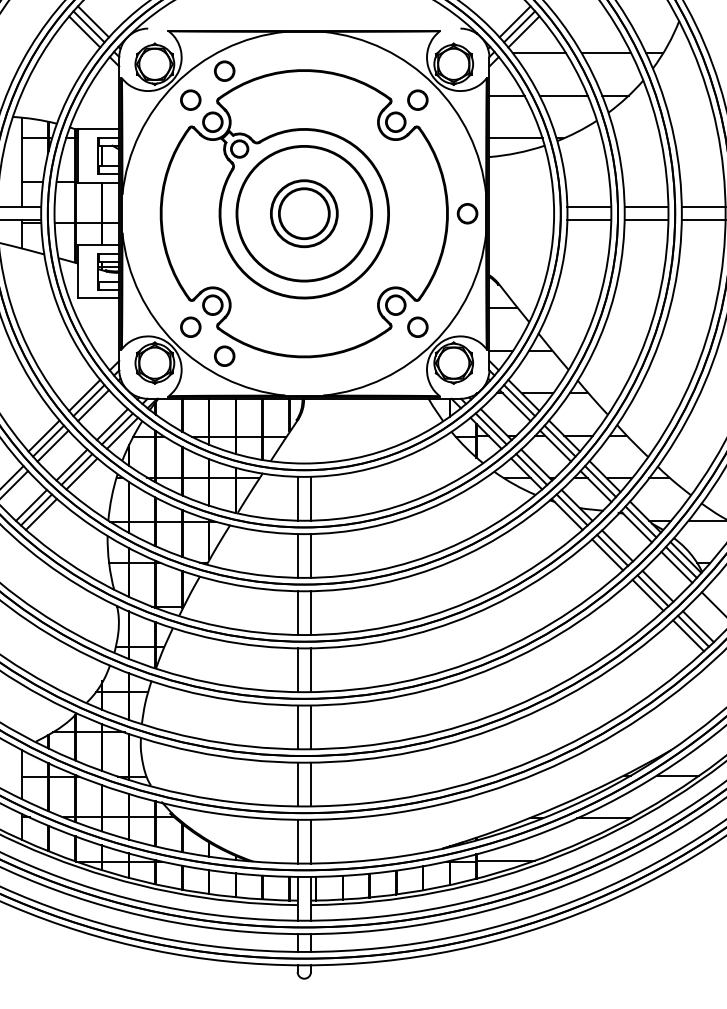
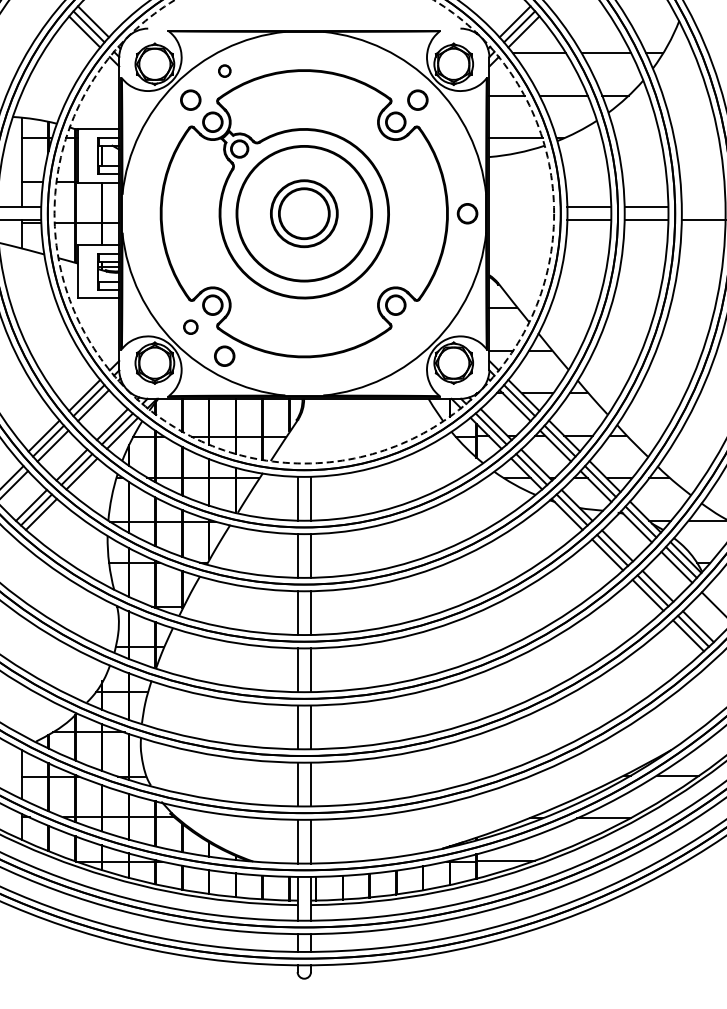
circle at (224, 70) size: 22x22 px -> 14x14 px
line at (702, 207): present -> none
circle at (304, 231): solid -> dashed
circle at (190, 326) size: 22x22 px -> 16x16 px
circle at (417, 326): present -> none
